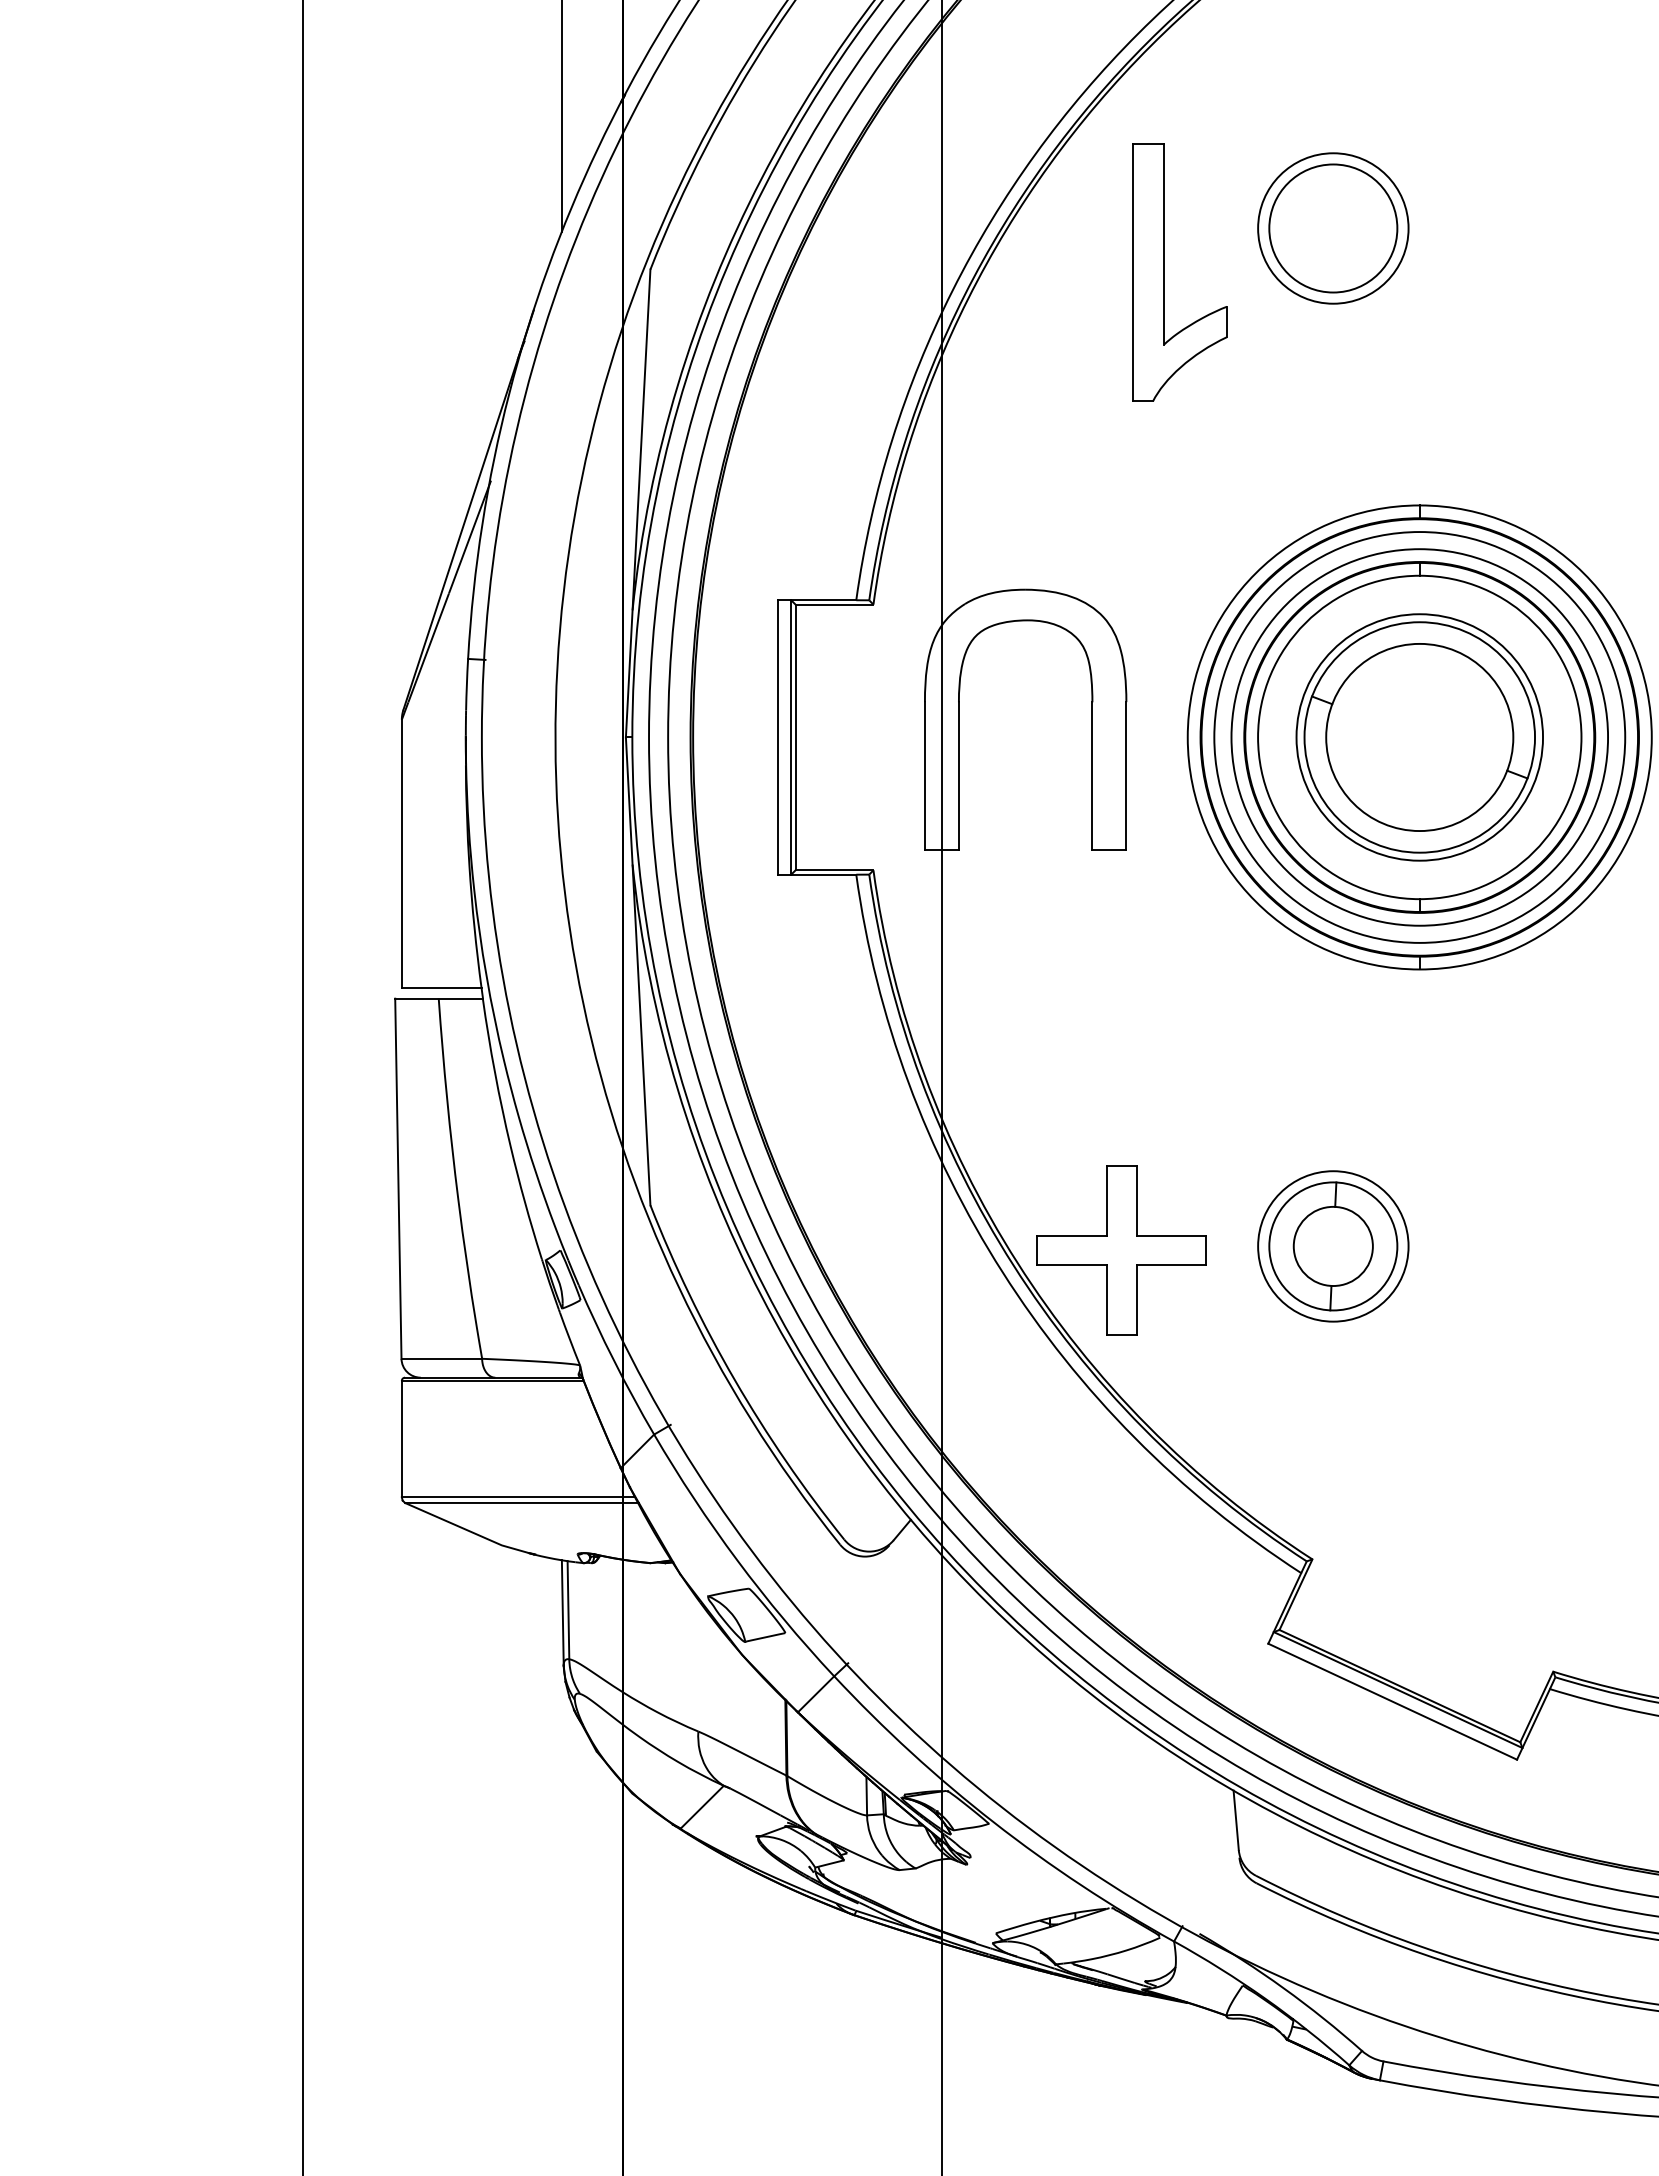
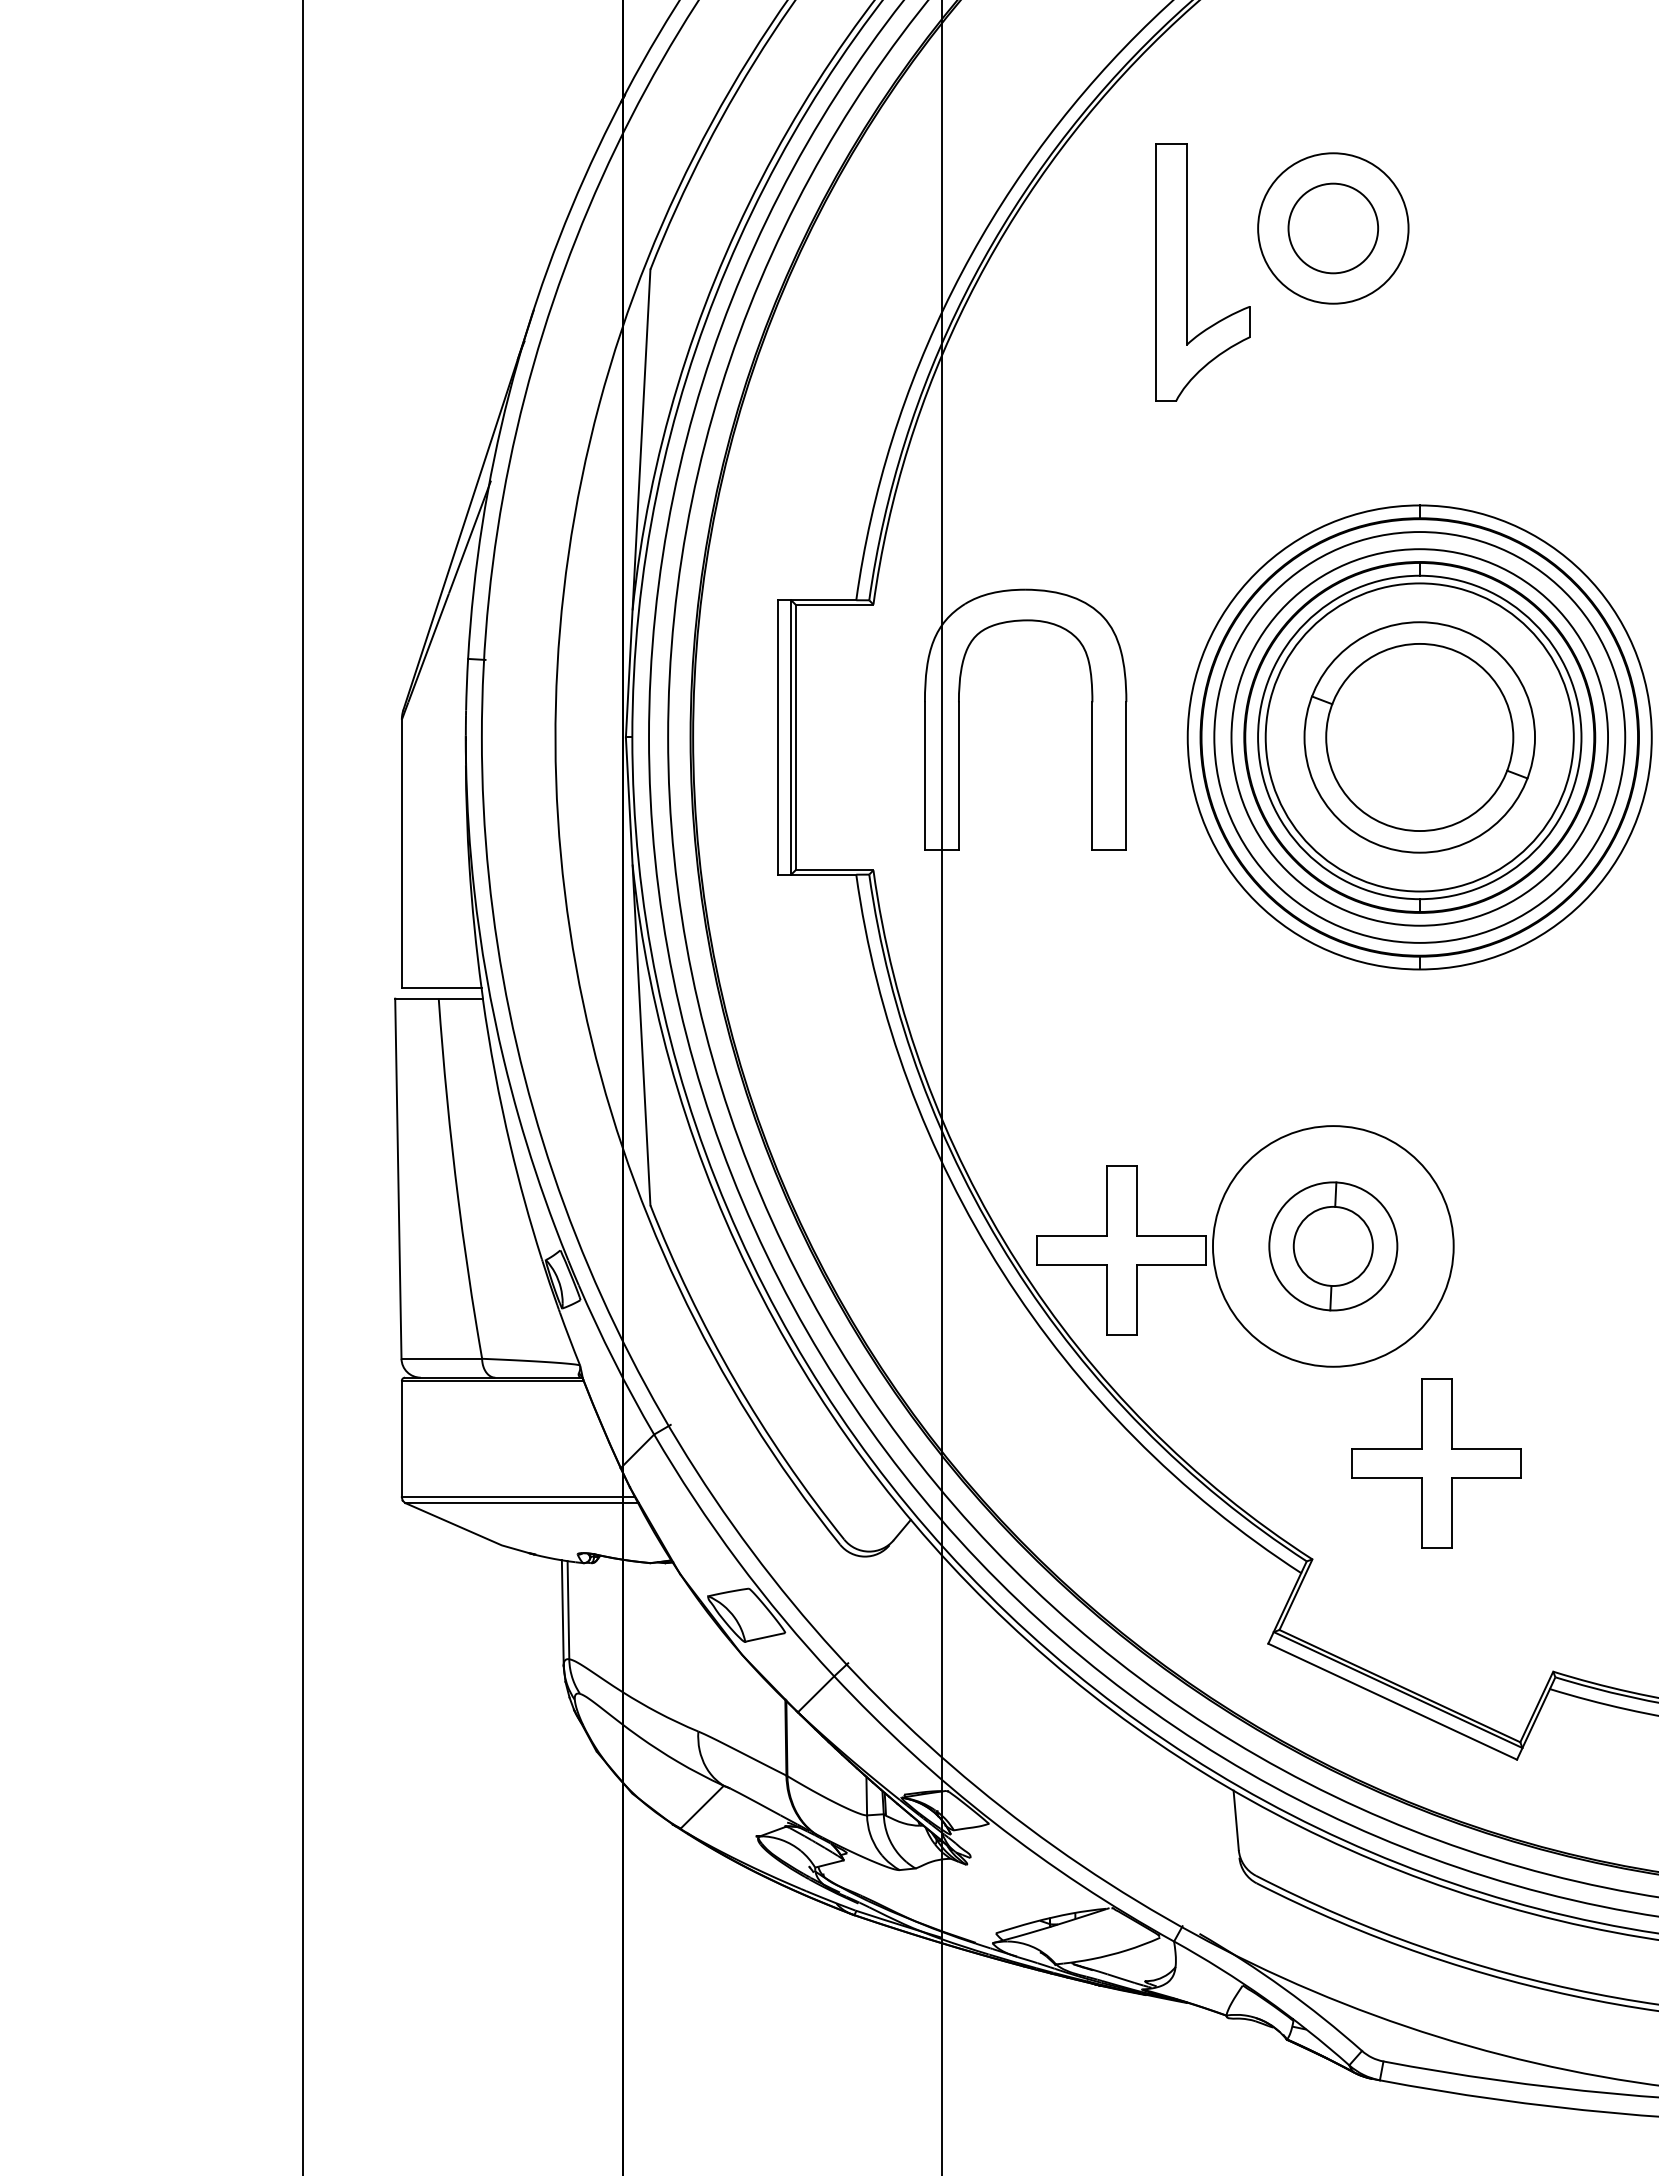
line at (561, 117): present -> none
circle at (1333, 228) diameter: 128 px -> 90 px
part at (1164, 272) position: (1164, 272) -> (1187, 272)
circle at (1419, 737) diameter: 246 px -> 308 px
circle at (1333, 1246) diameter: 150 px -> 241 px
part at (1436, 1463): none -> present
